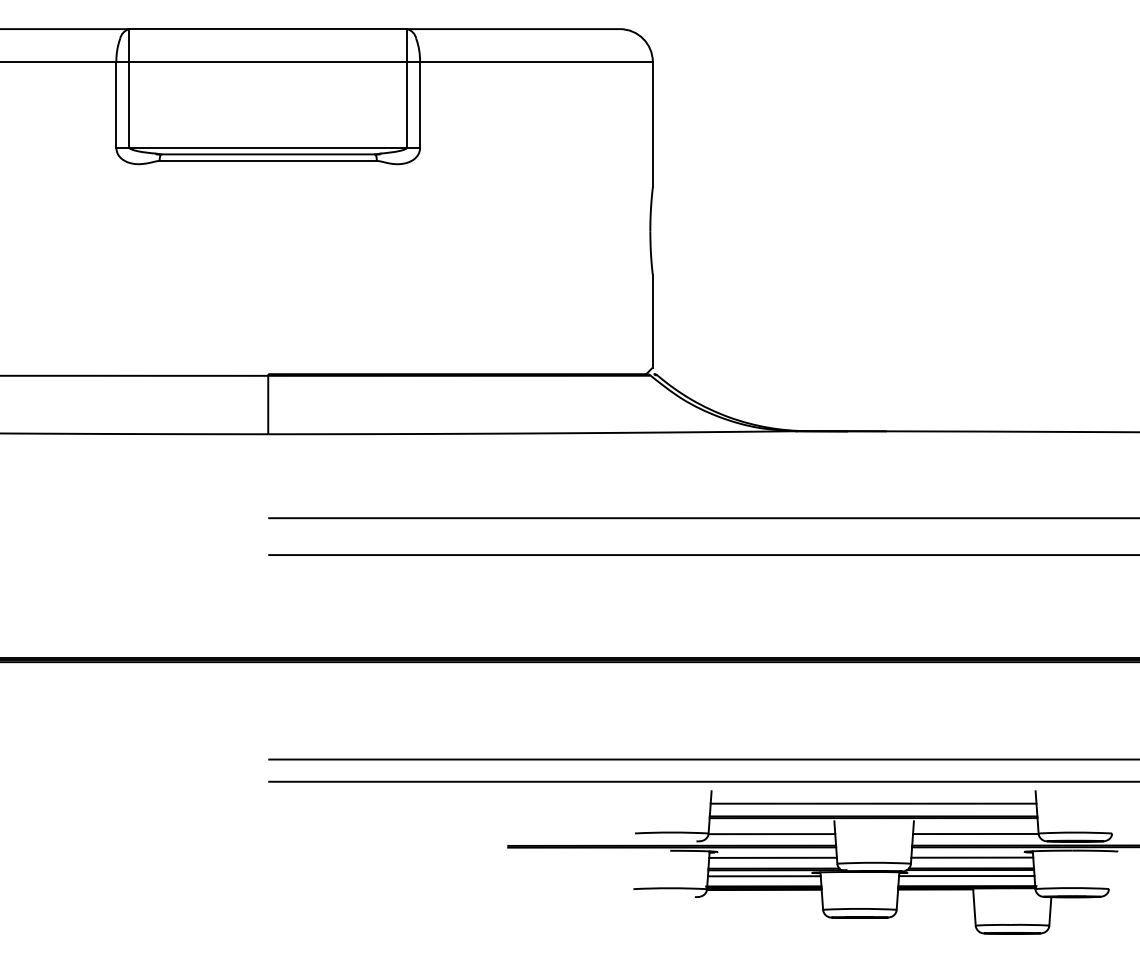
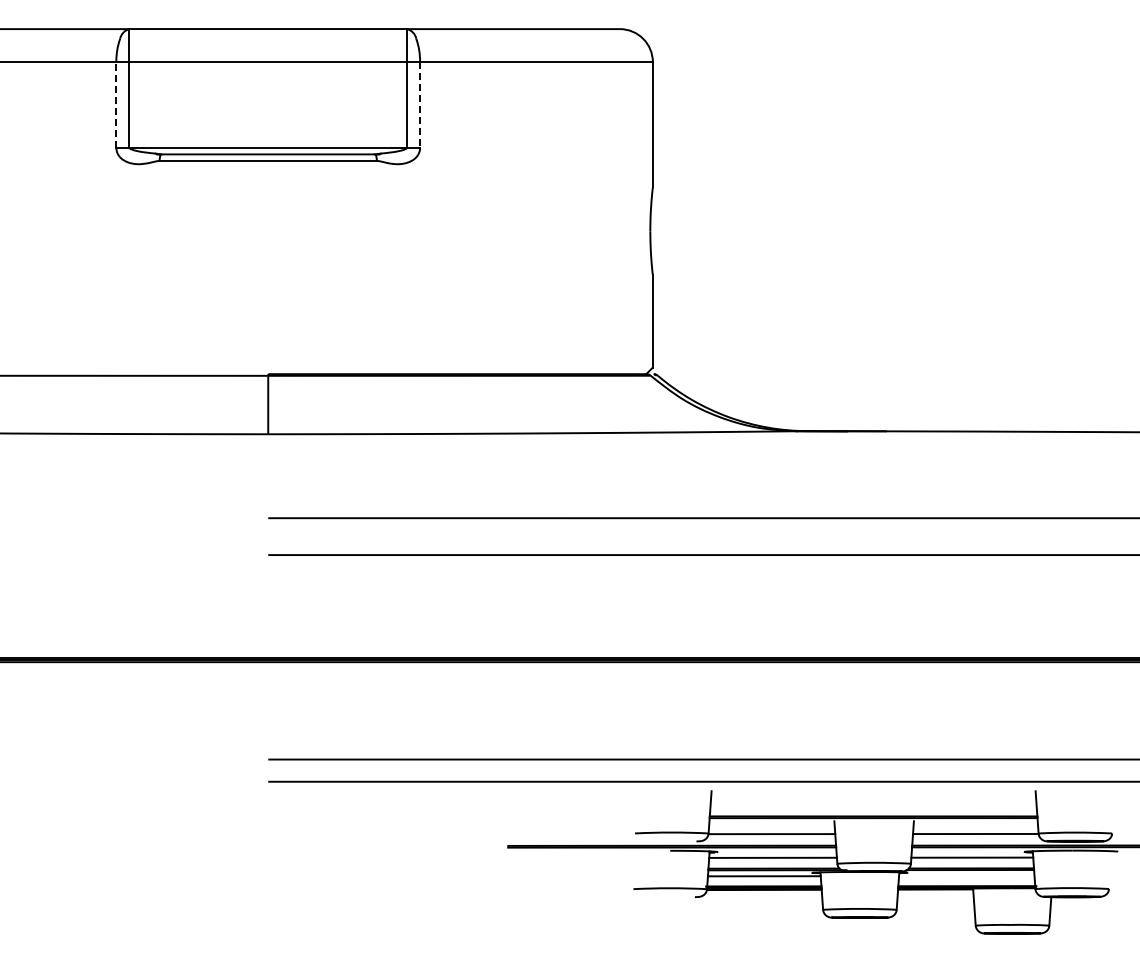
line at (116, 104): solid -> dashed
line at (420, 104): solid -> dashed
line at (873, 803): present -> none
line at (966, 876): present -> none
